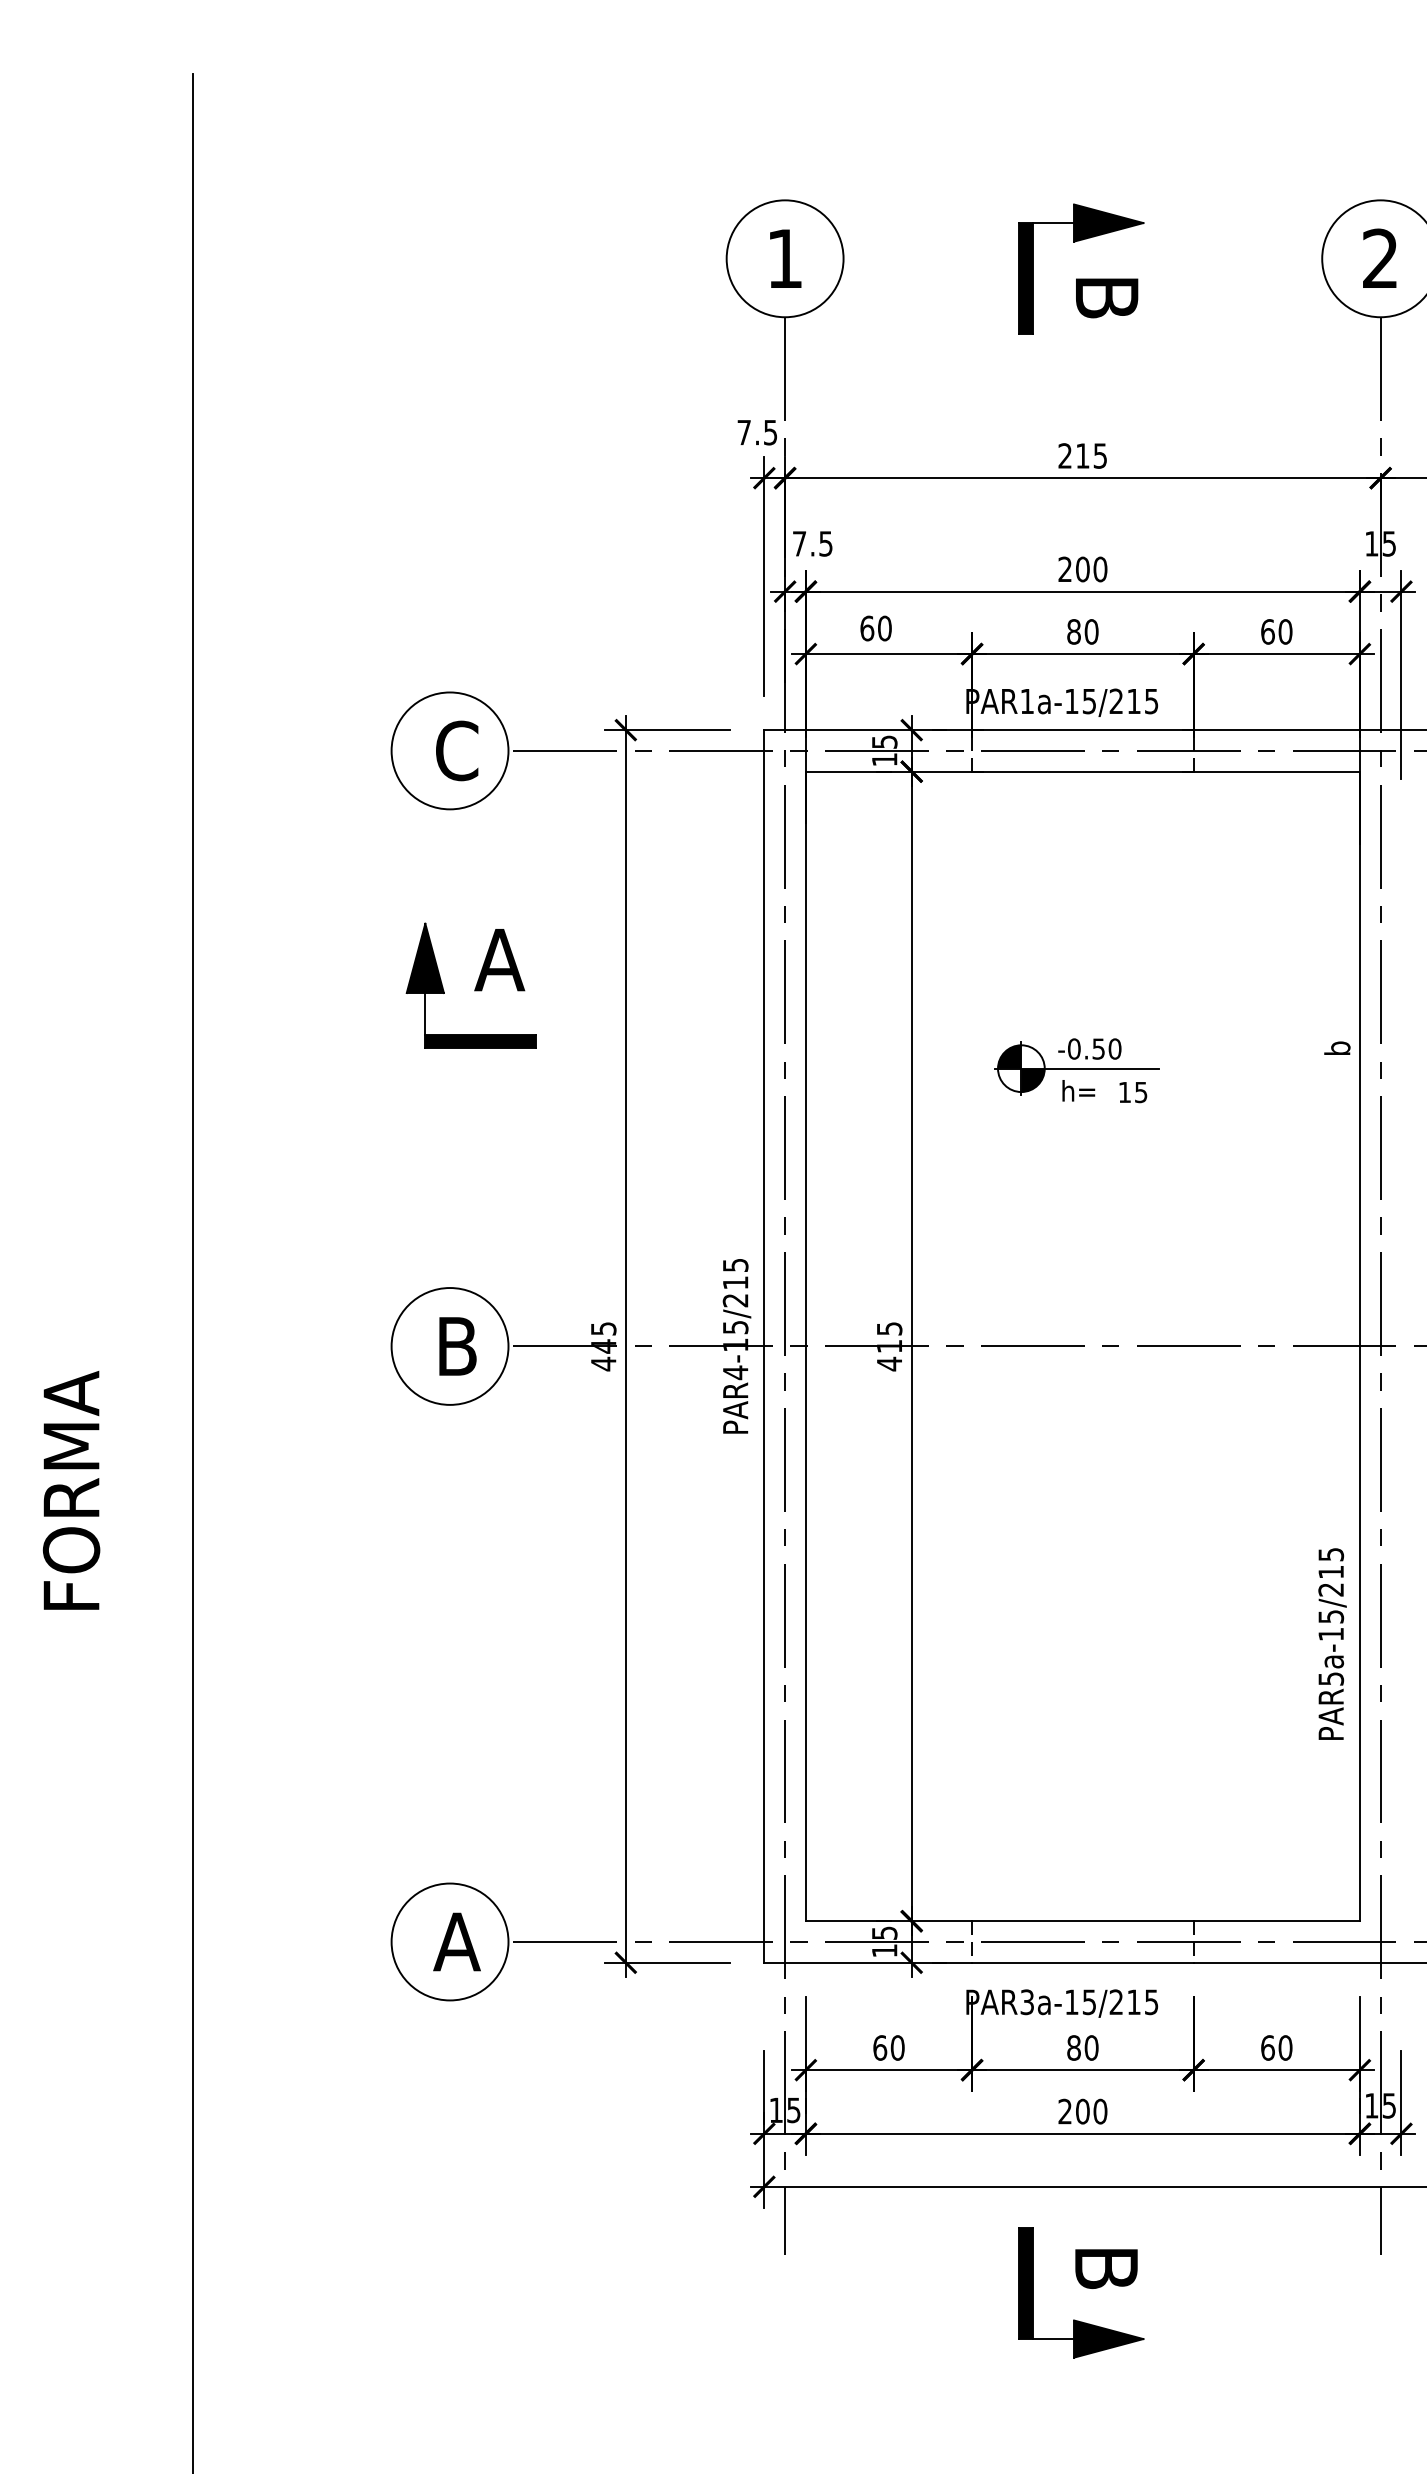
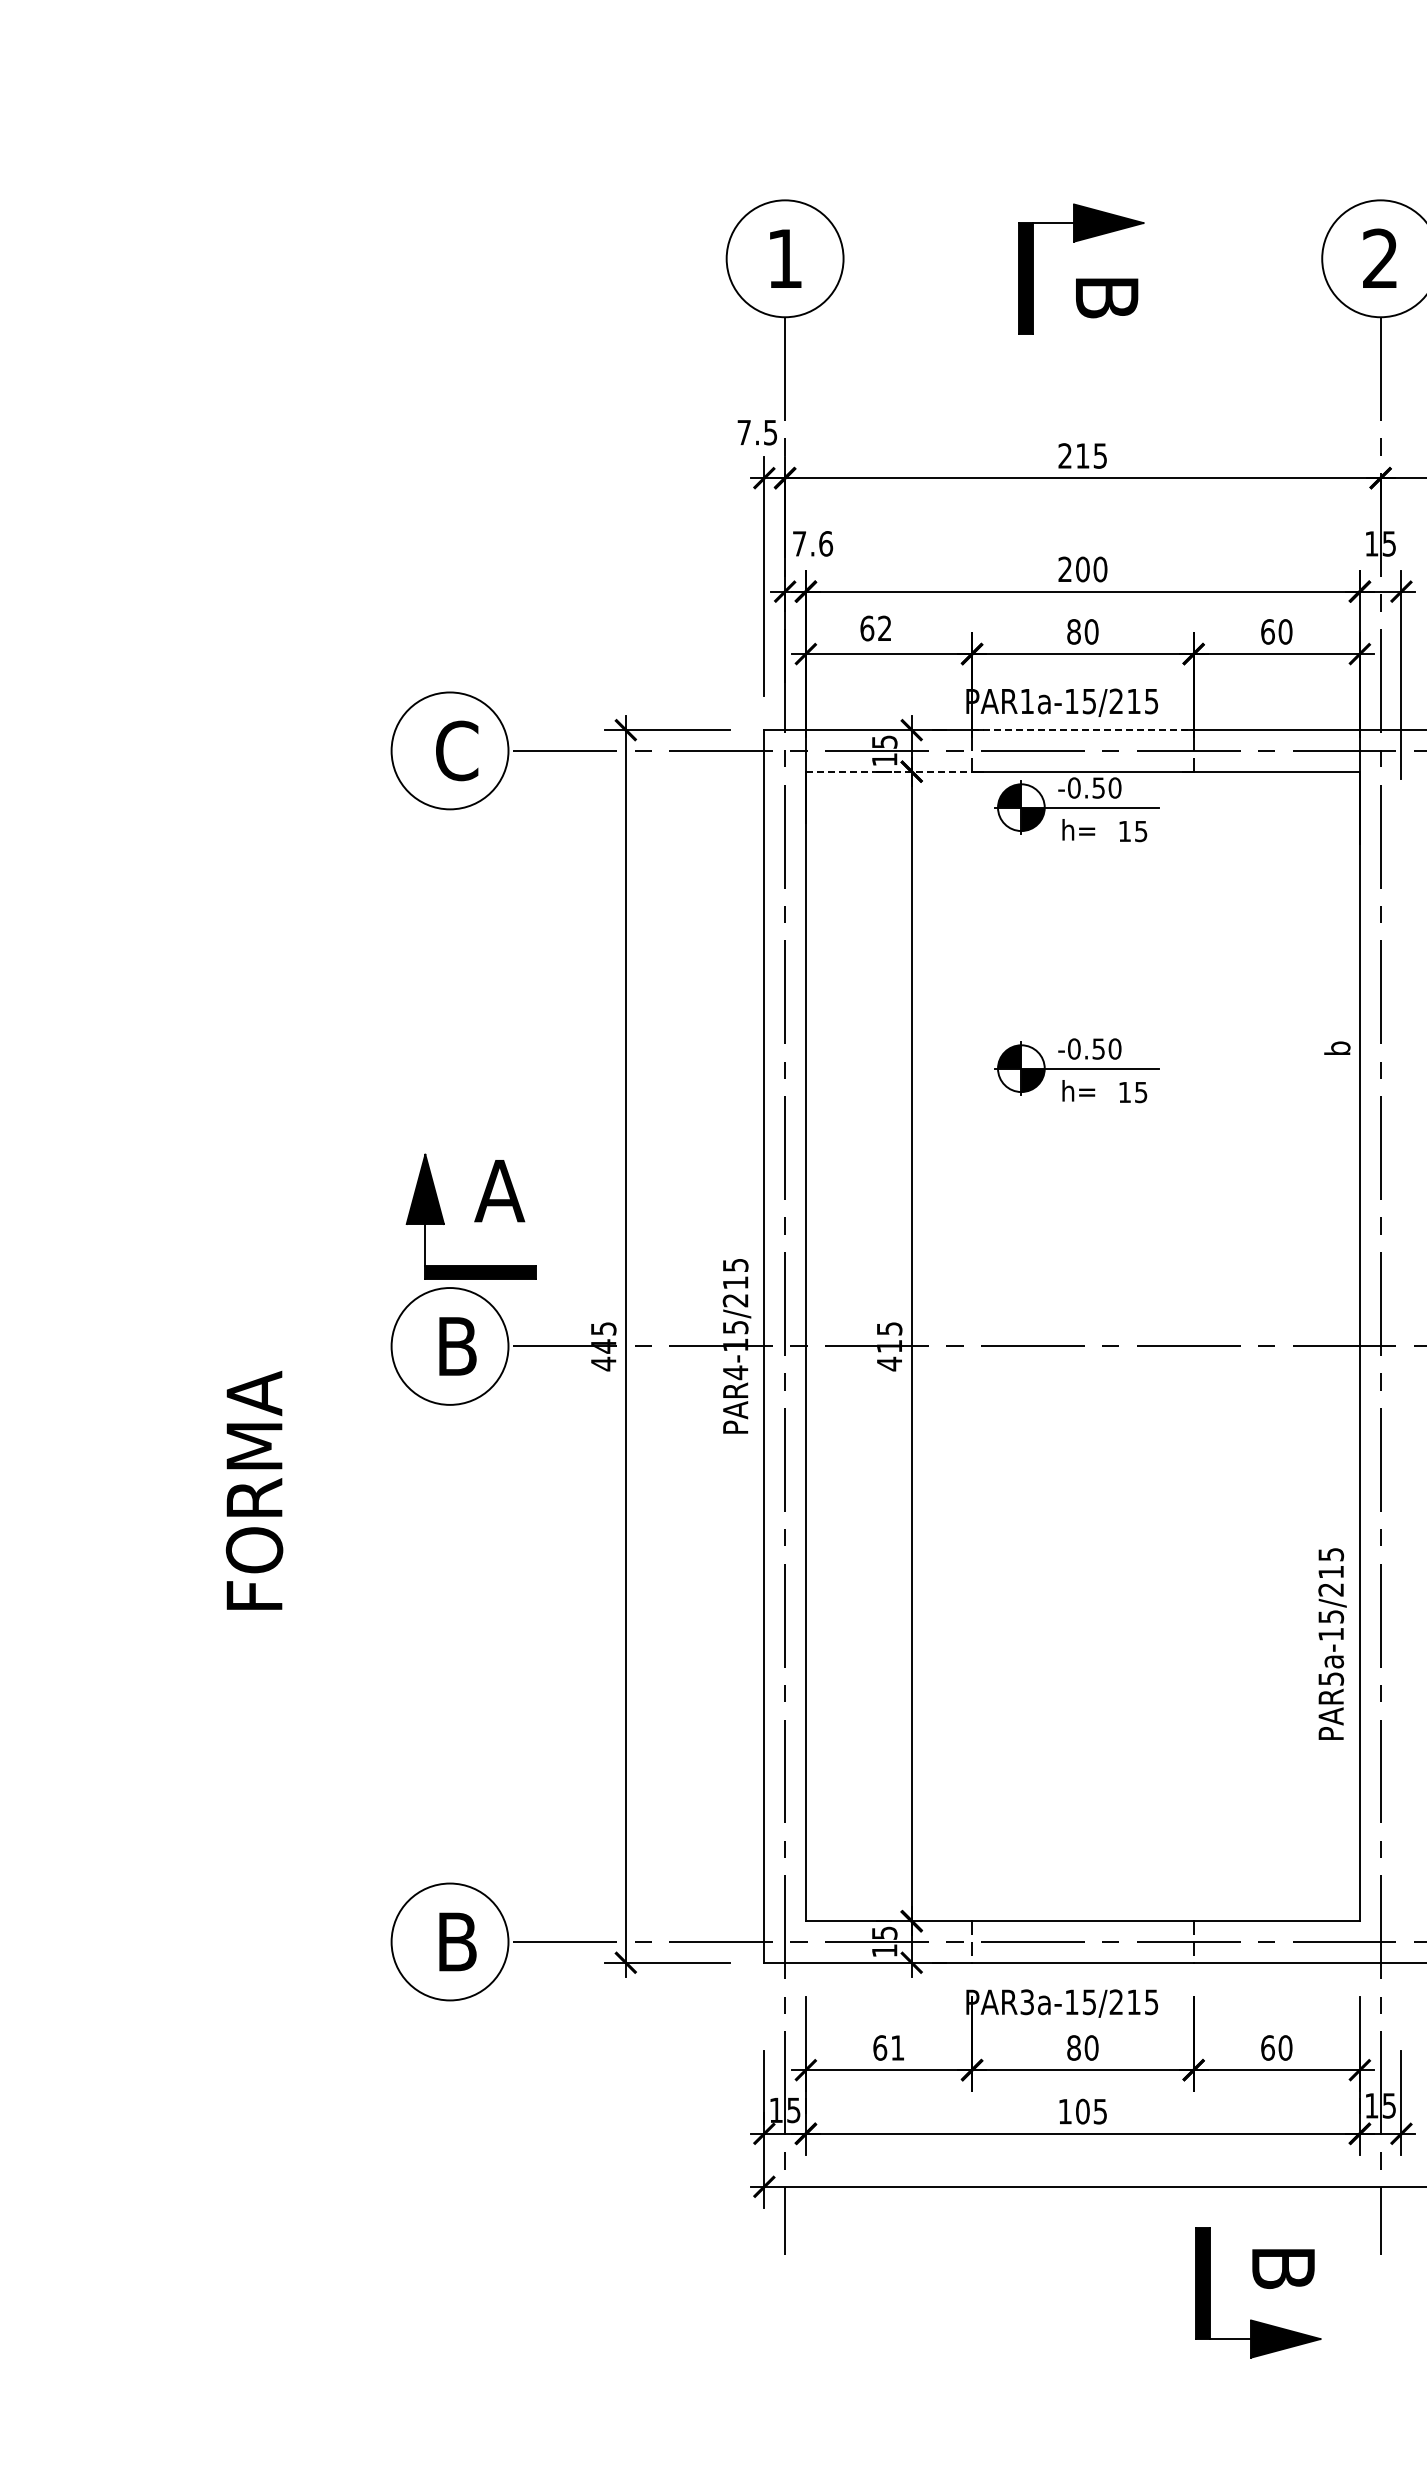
text at (826, 543): 7.5 -> 7.6
text at (884, 628): 60 -> 62
line at (1082, 730): solid -> dashed
line at (889, 771): solid -> dashed
part at (1076, 810): none -> present
part at (444, 990) position: (444, 990) -> (444, 1221)
line at (193, 1272): present -> none
text at (71, 1490) position: (71, 1490) -> (254, 1490)
text at (456, 1941): A -> B
text at (897, 2047): 60 -> 61
text at (1082, 2111): 200 -> 105
part at (1074, 2319) position: (1074, 2319) -> (1251, 2319)
